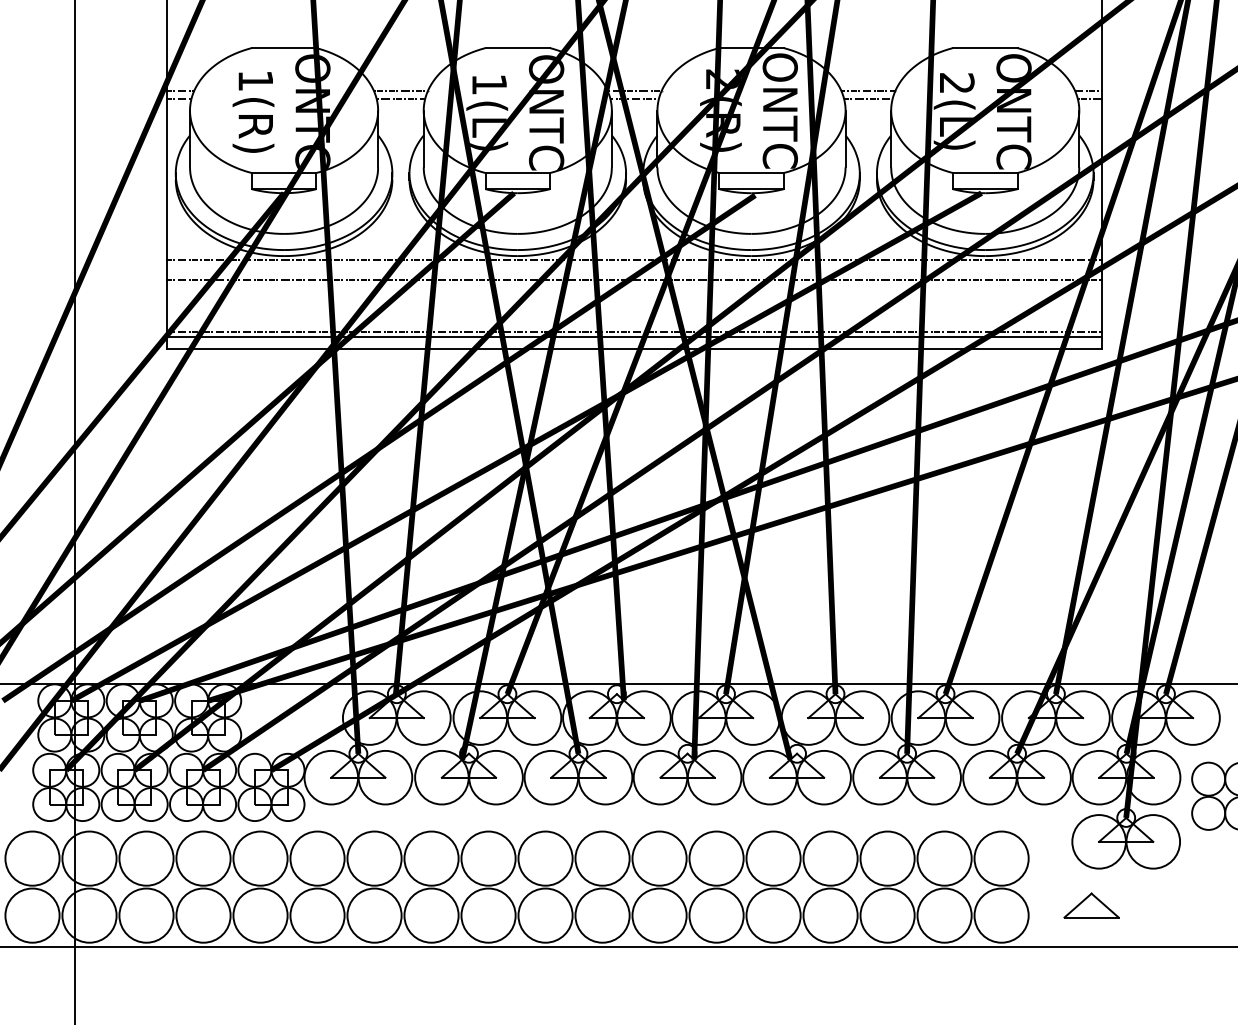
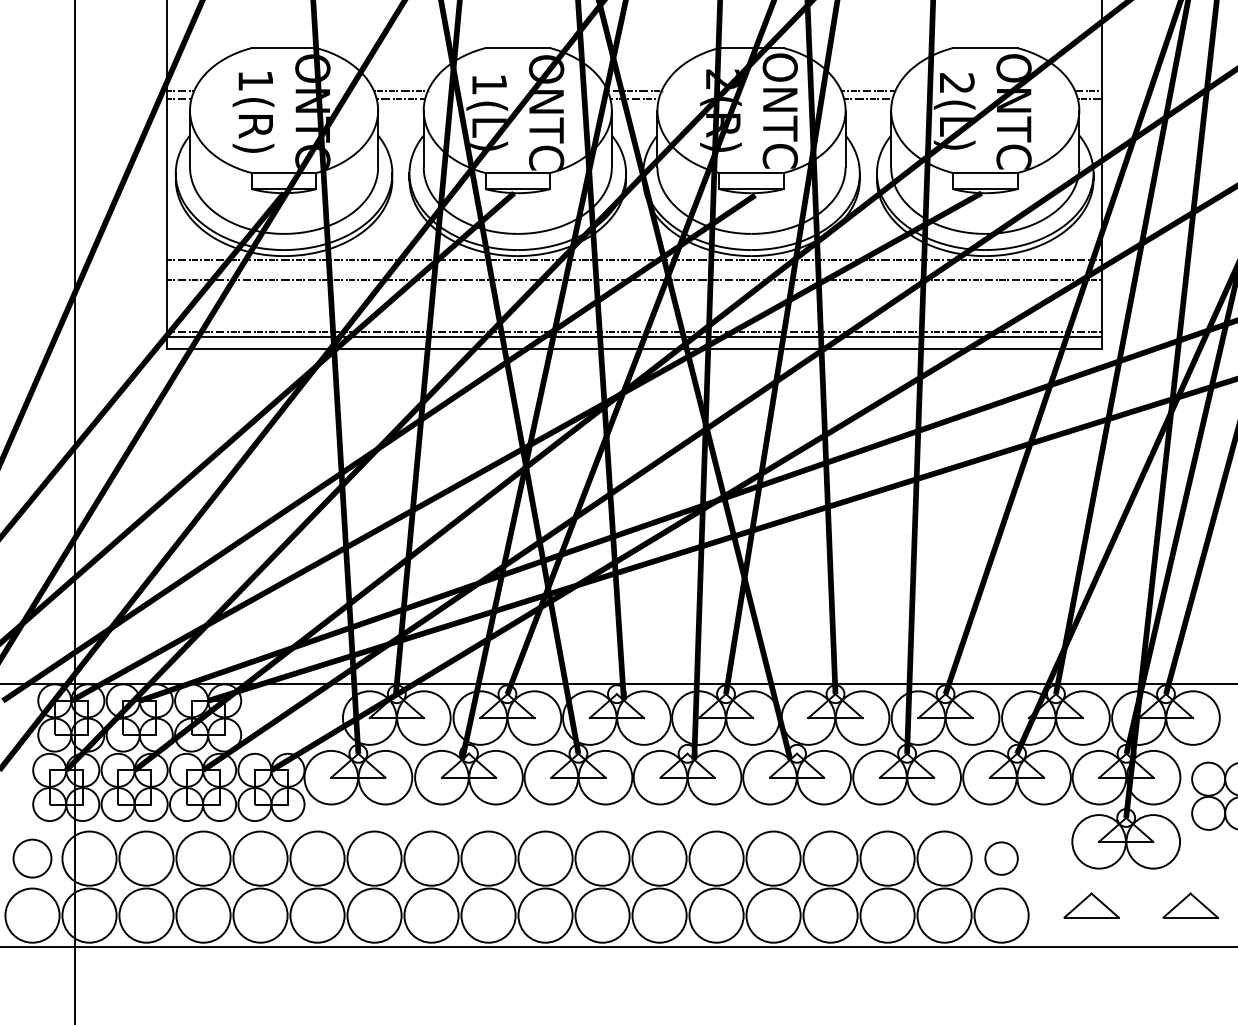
circle at (32, 858) diameter: 54 px -> 38 px
circle at (1001, 858) diameter: 54 px -> 32 px
part at (1190, 905): none -> present
